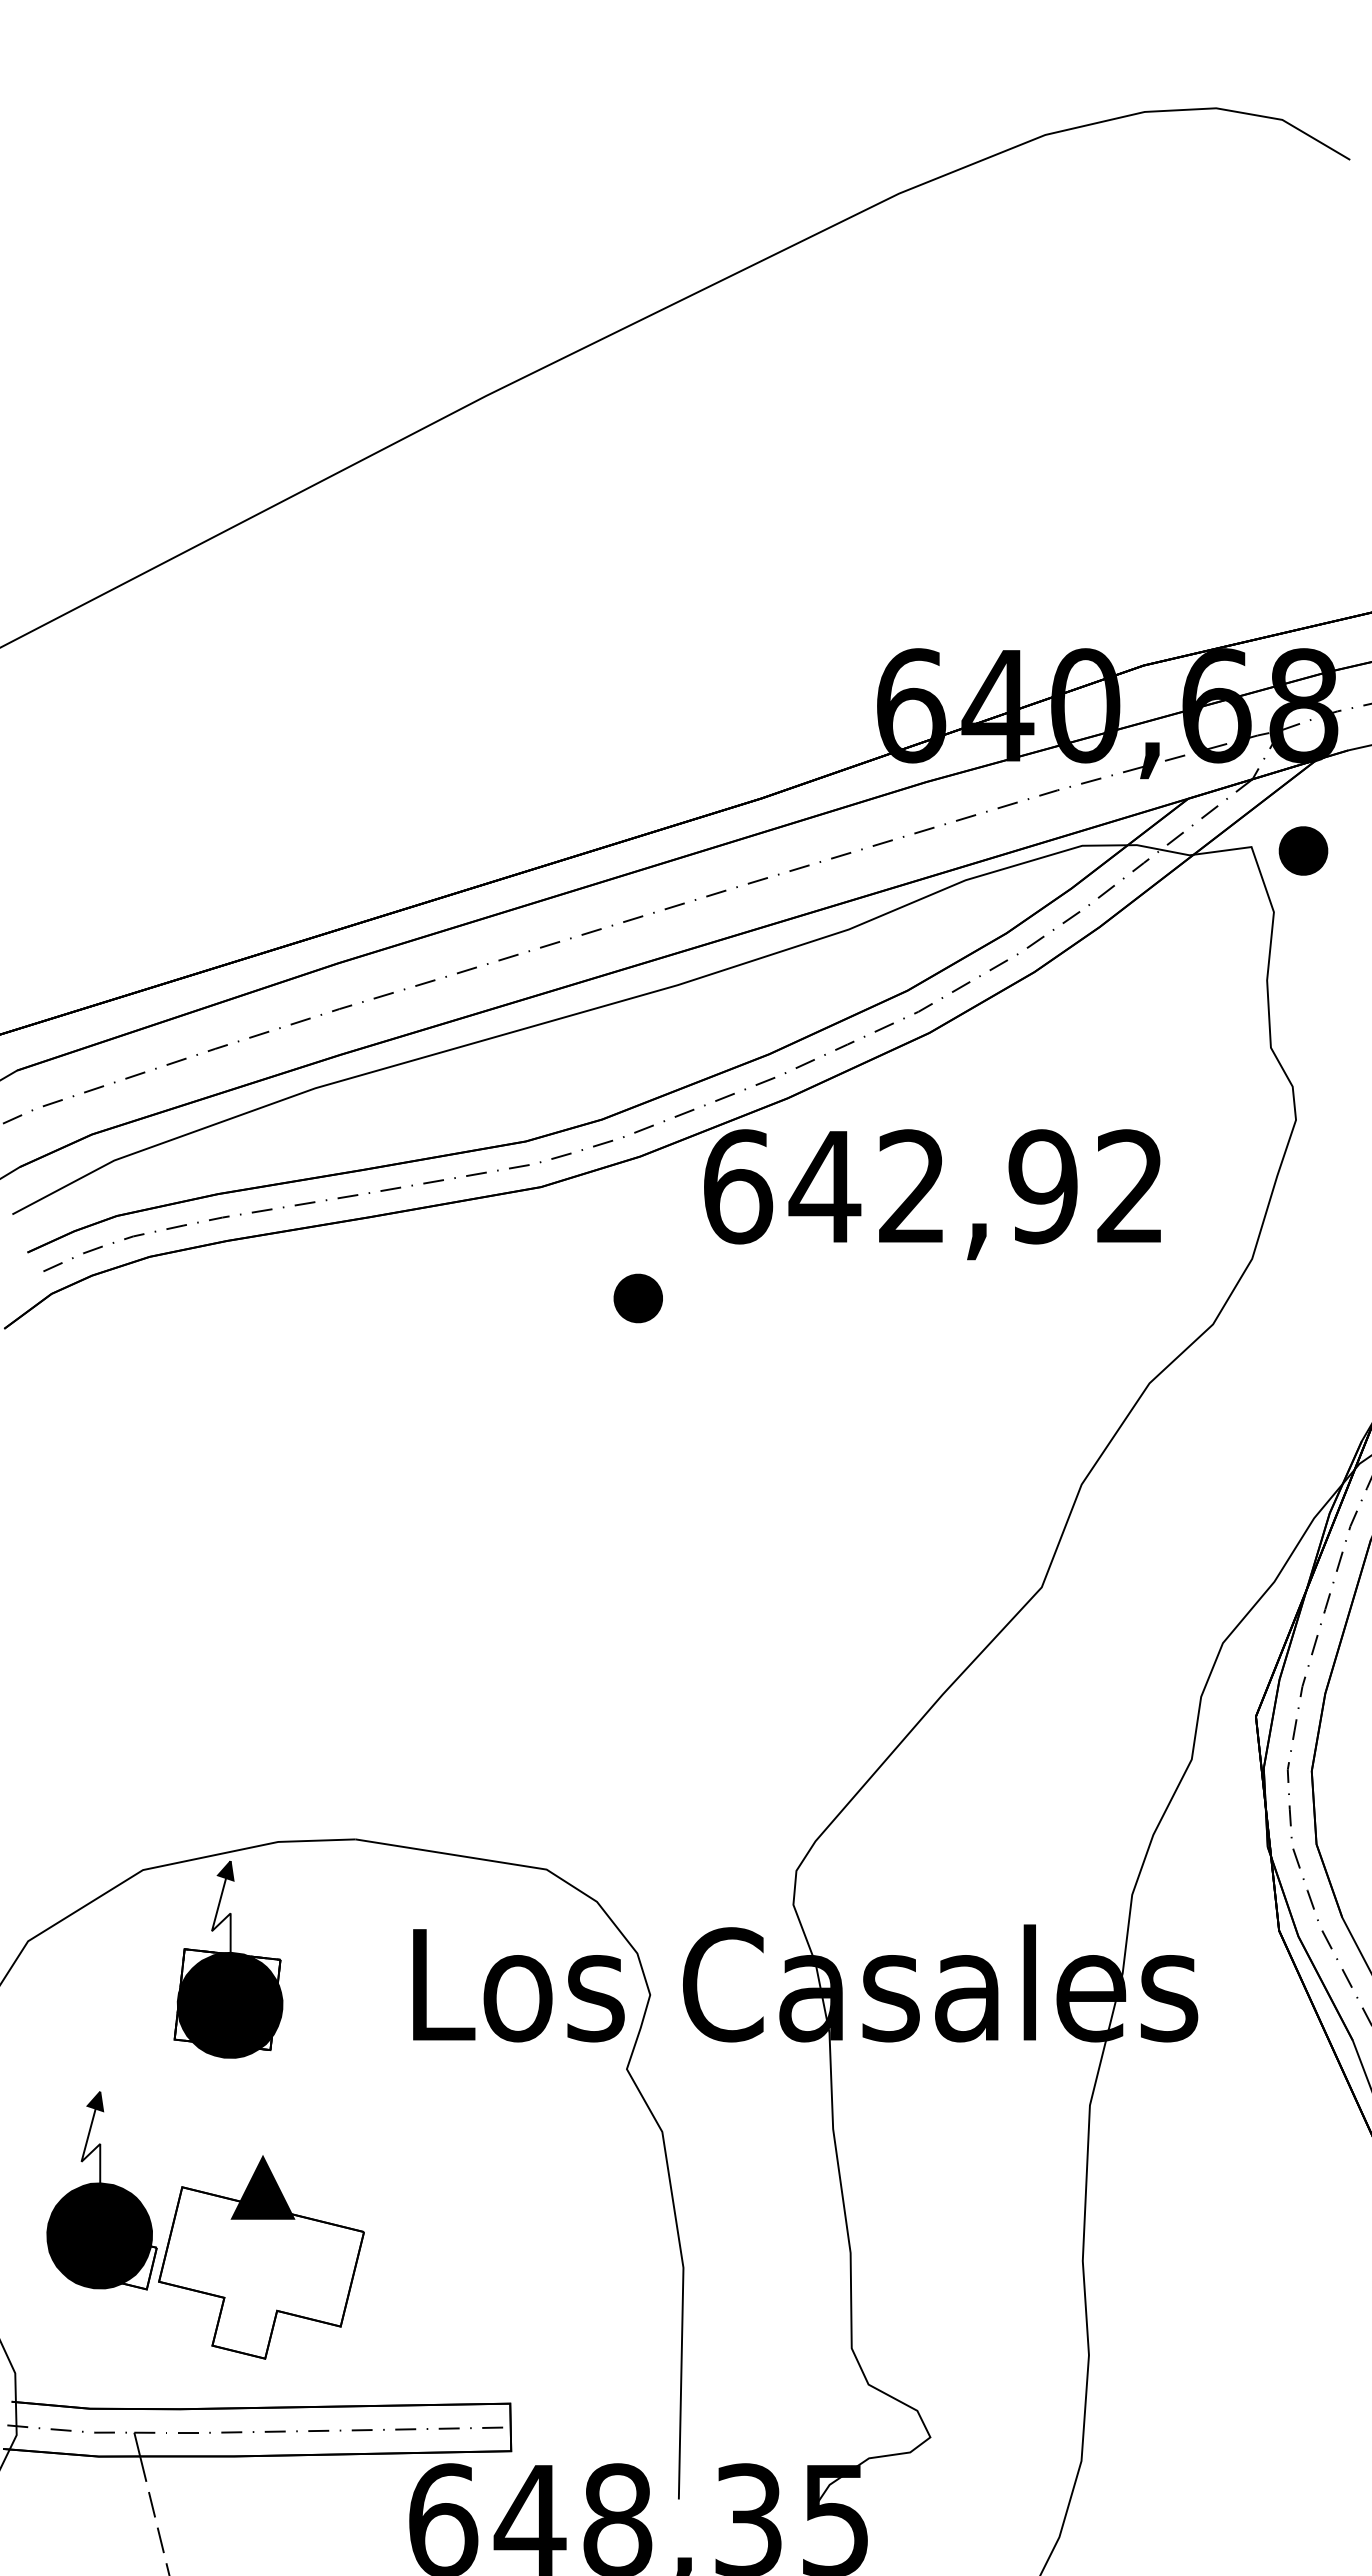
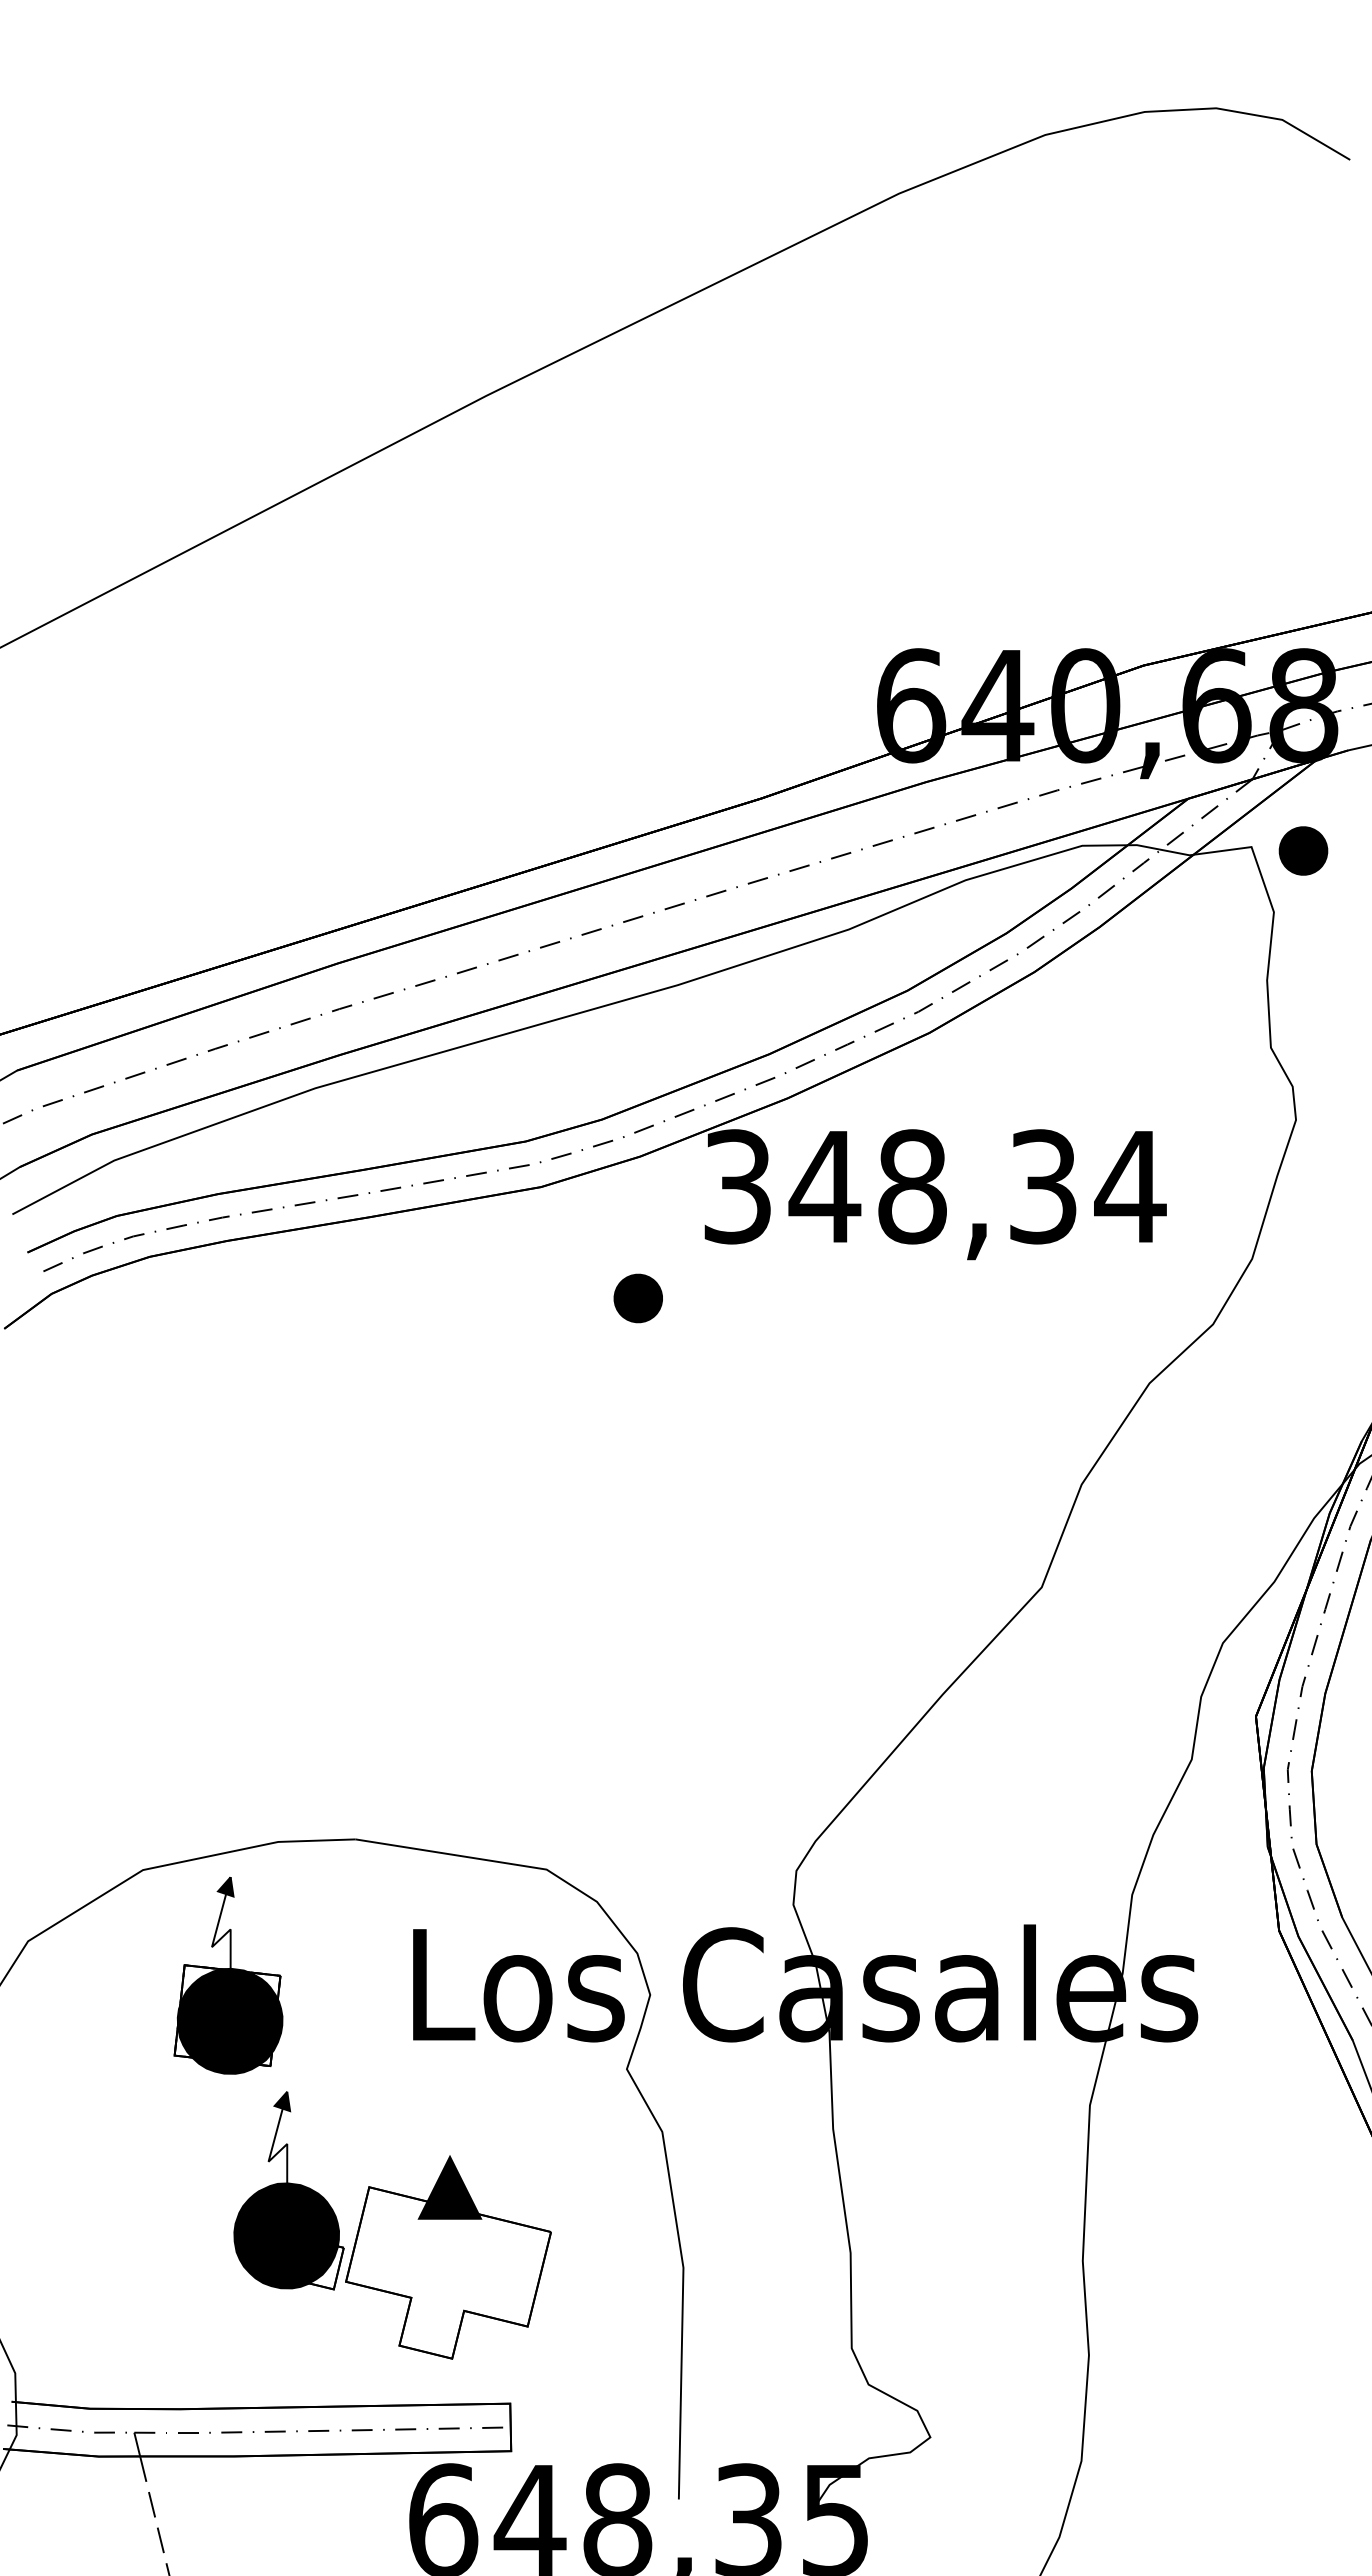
text at (935, 1186): 642,92 -> 348,34
part at (228, 1959) position: (228, 1959) -> (228, 1975)
part at (205, 2225) position: (205, 2225) -> (392, 2225)
